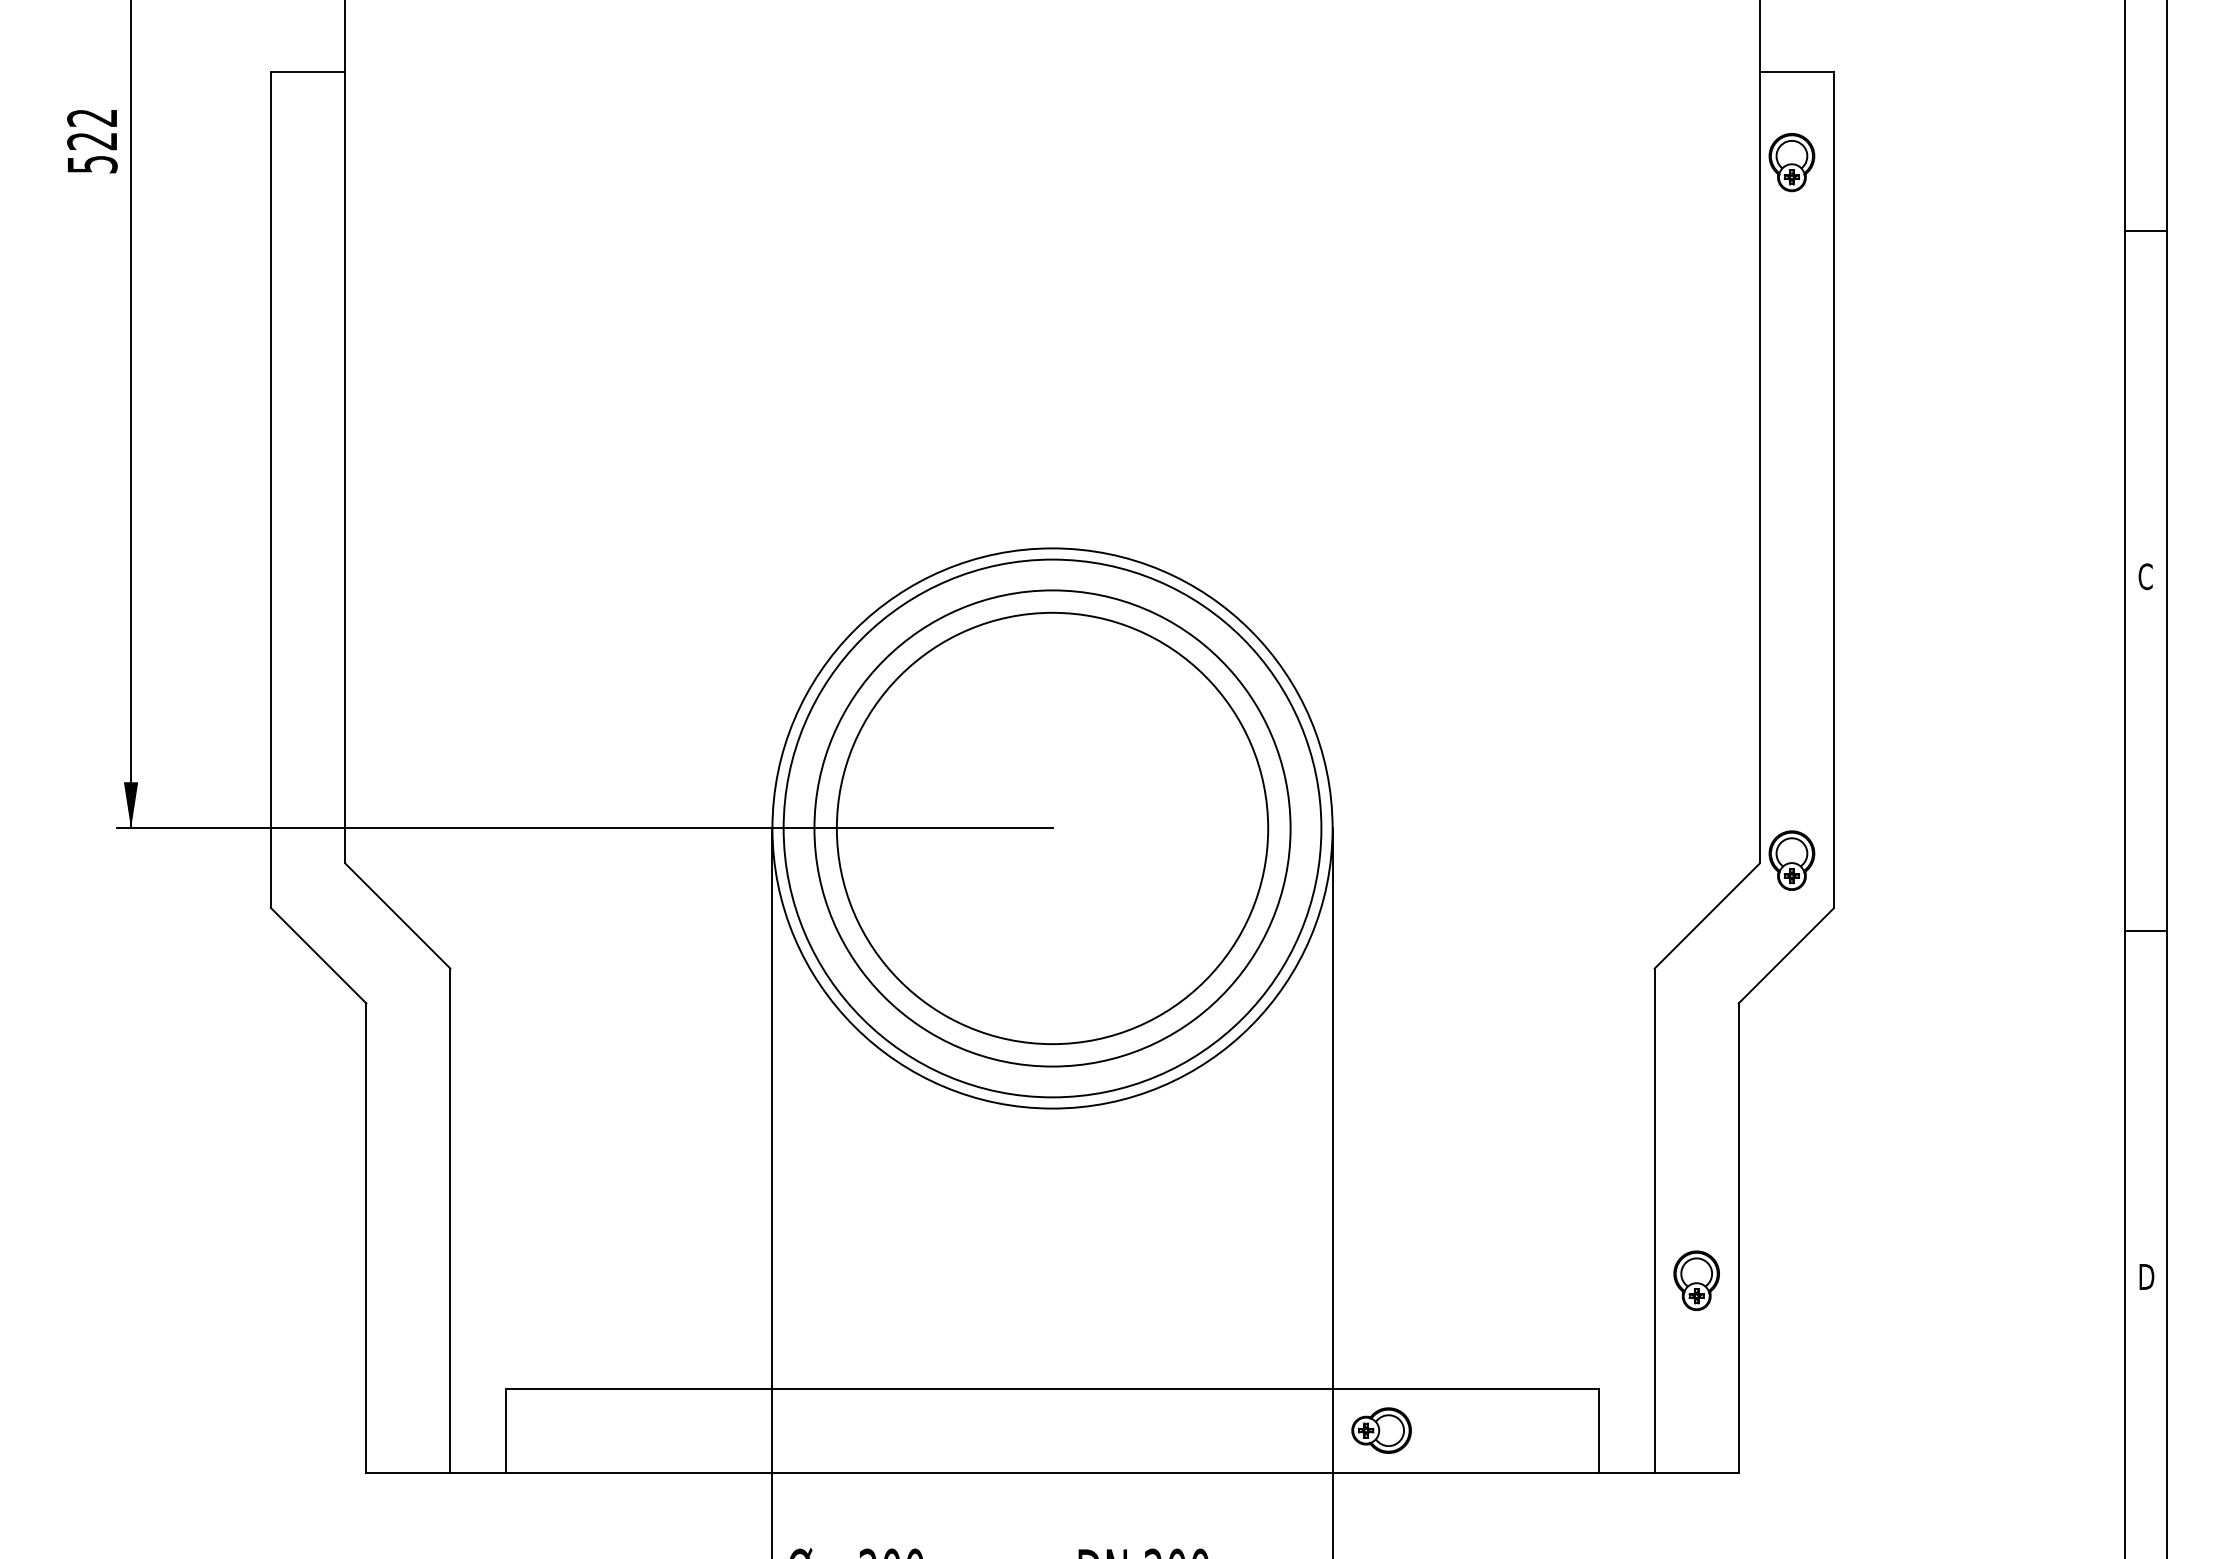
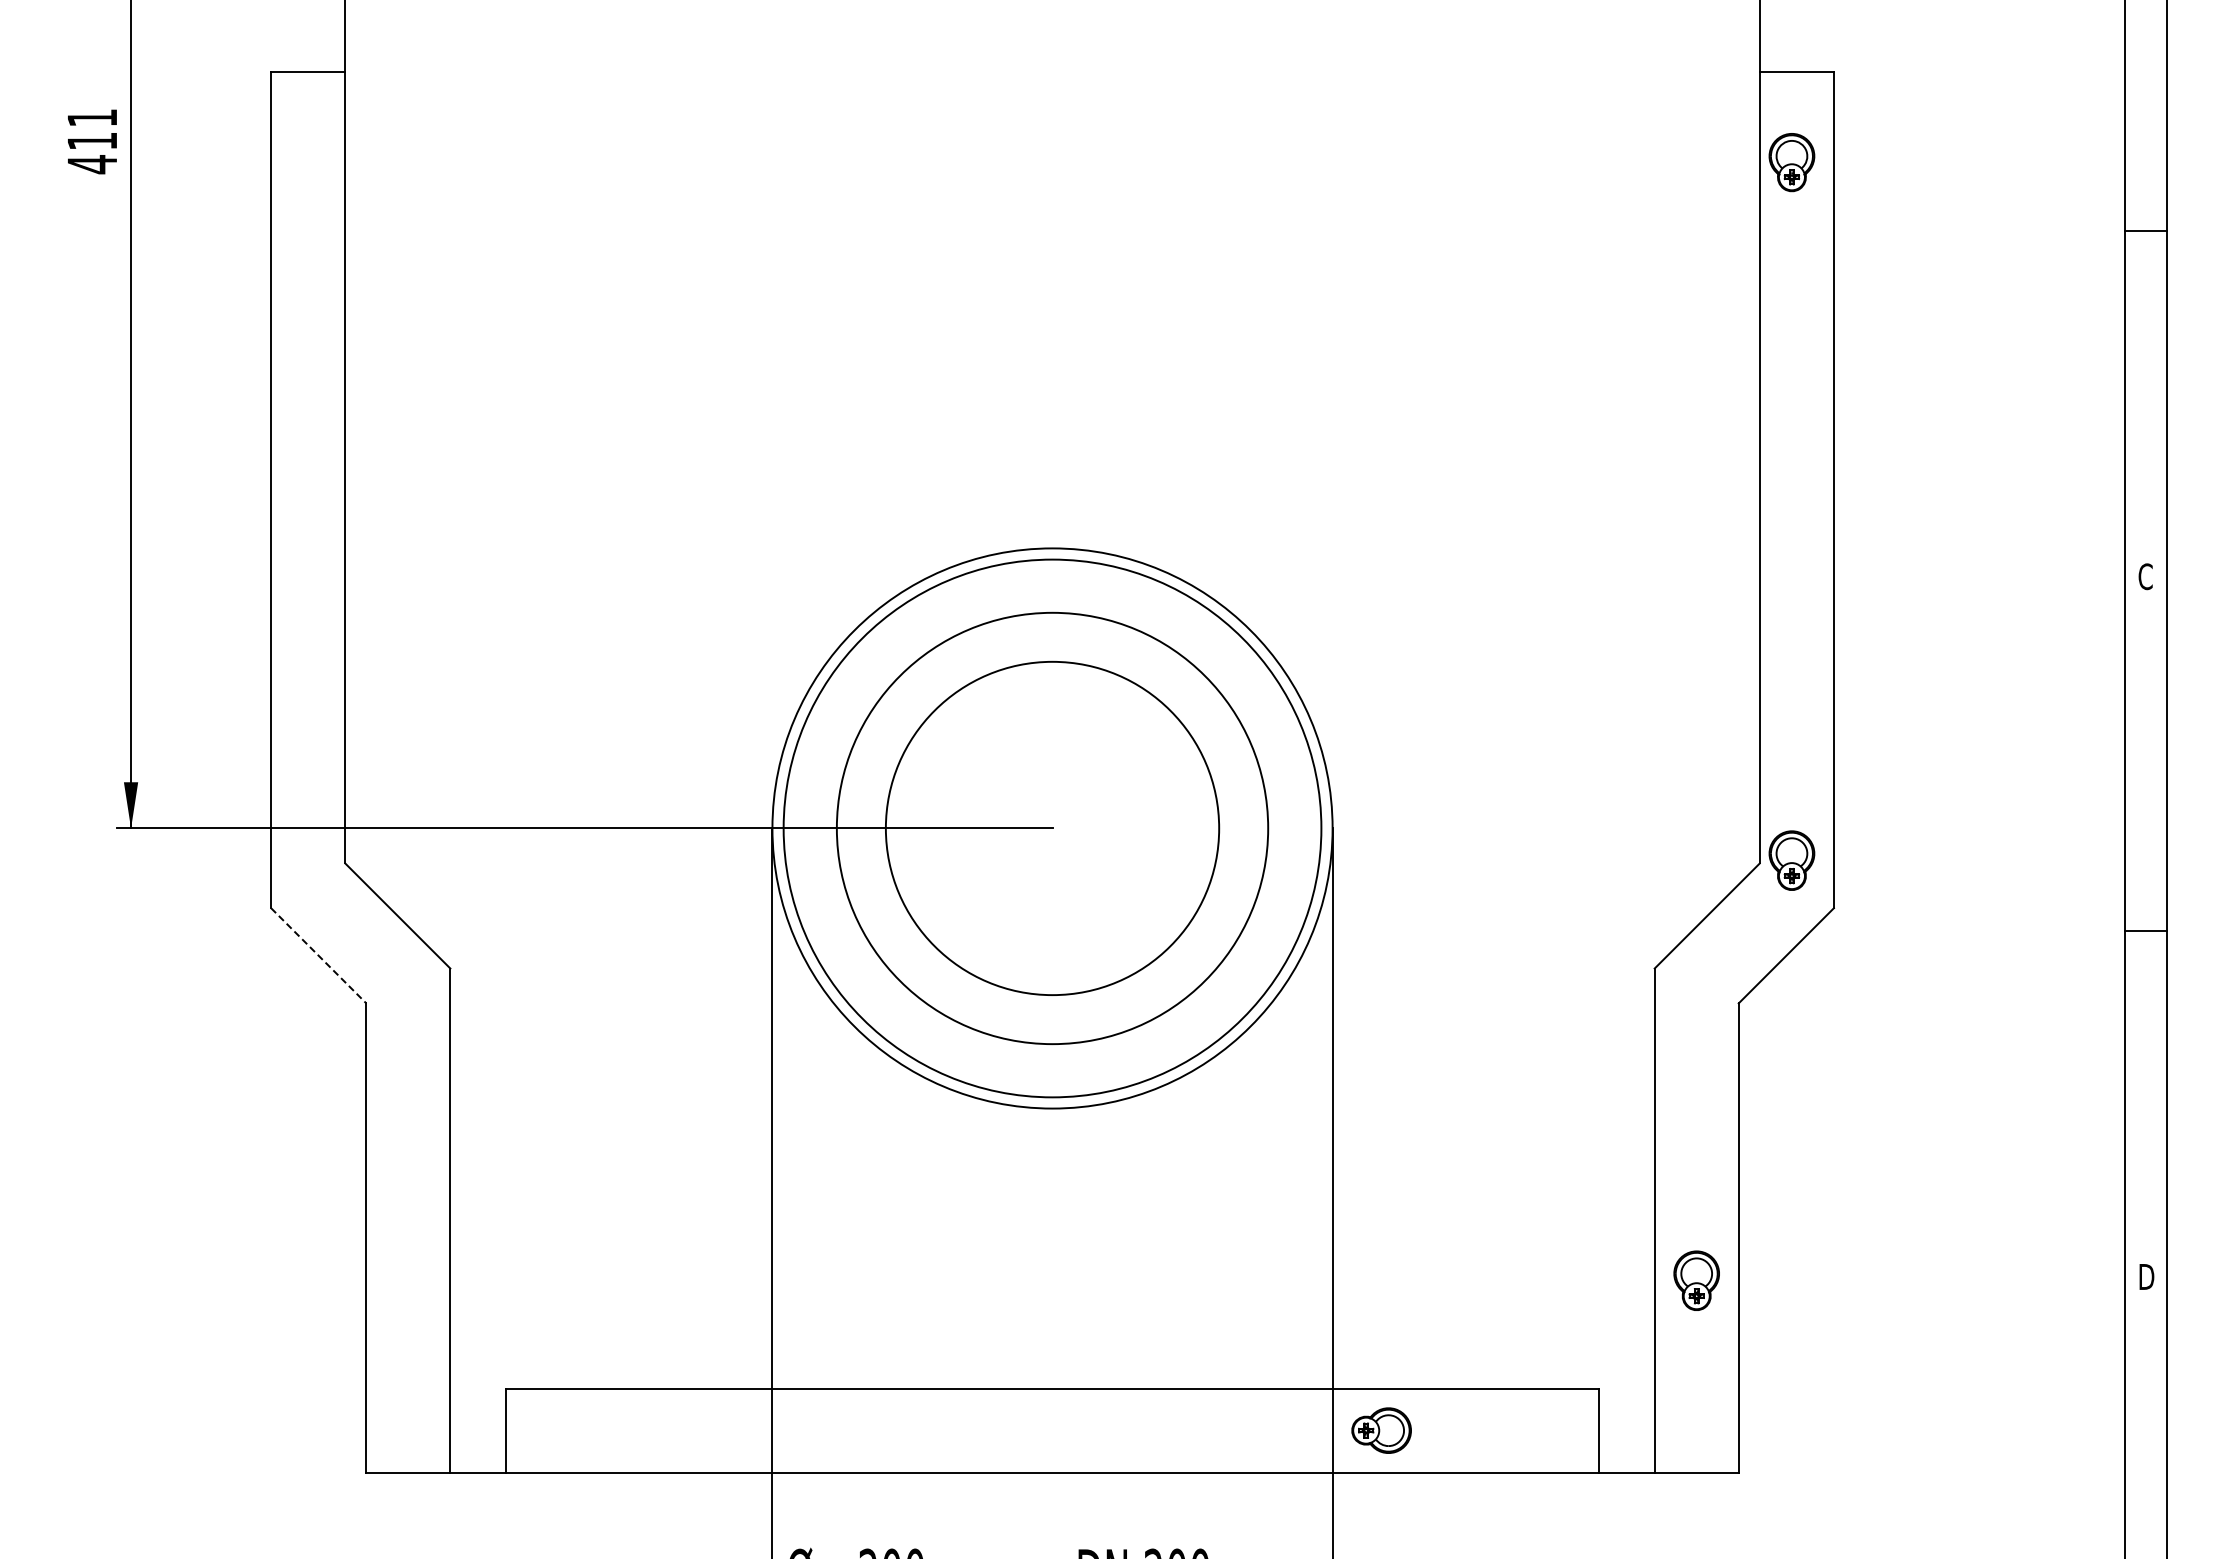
text at (92, 141): 522 -> 411
circle at (1052, 828) diameter: 476 px -> 333 px
line at (319, 956): solid -> dashed
